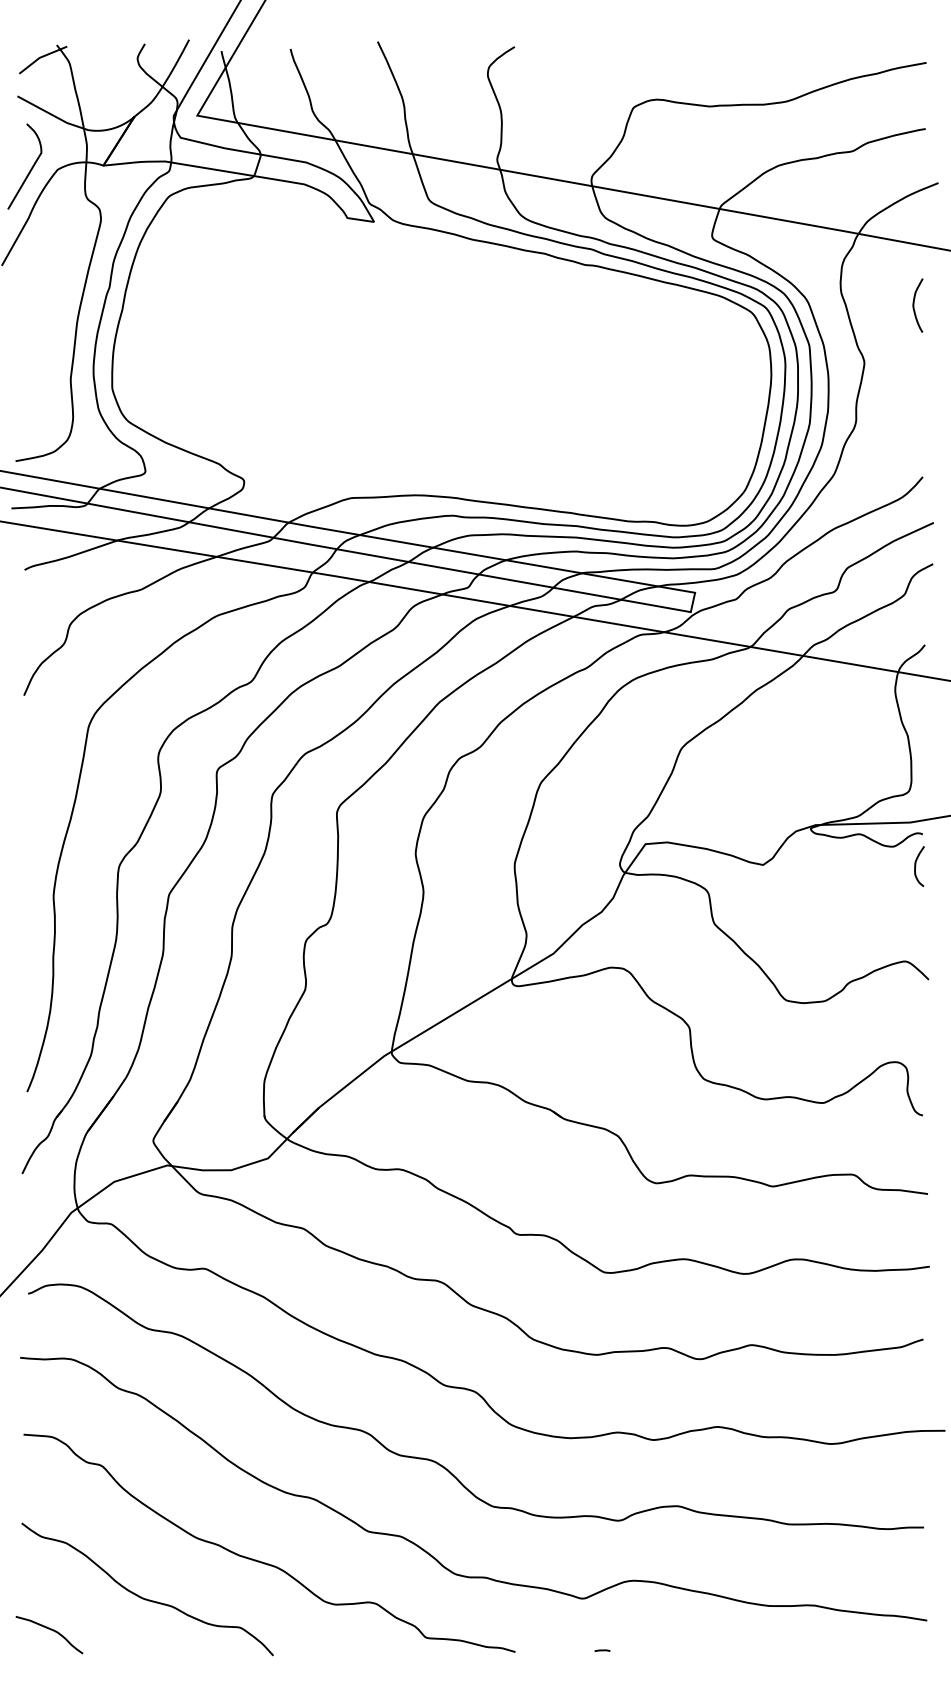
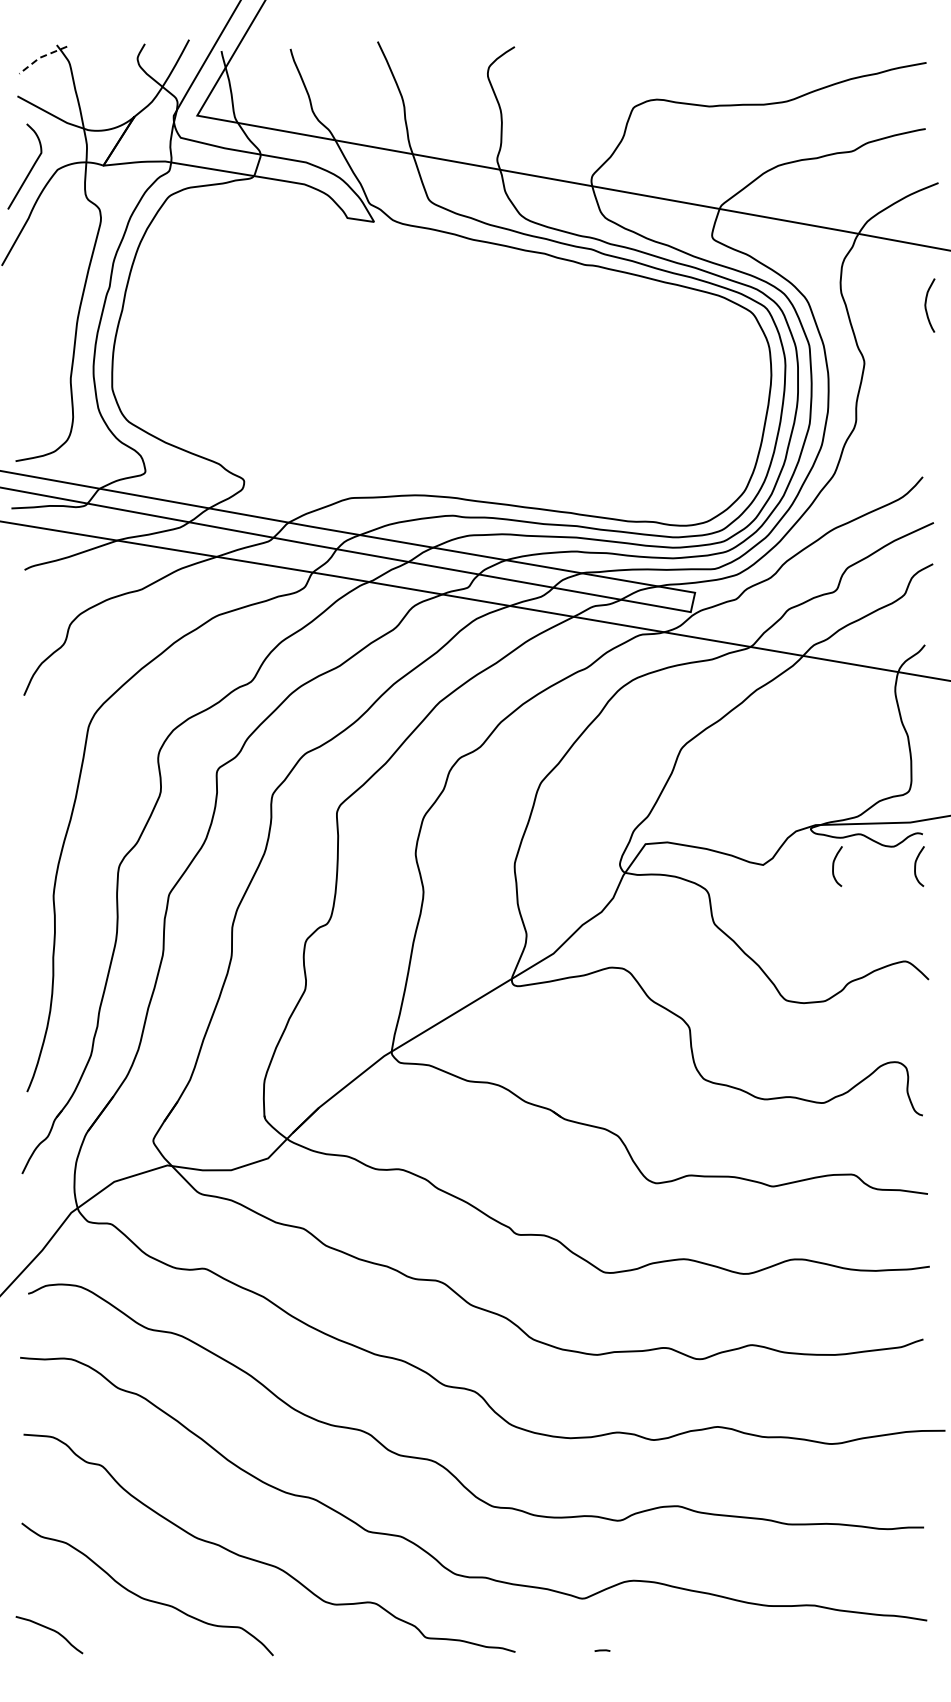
line at (40, 57): solid -> dashed
curve at (914, 305) position: (914, 305) -> (926, 305)
curve at (834, 865): none -> present
